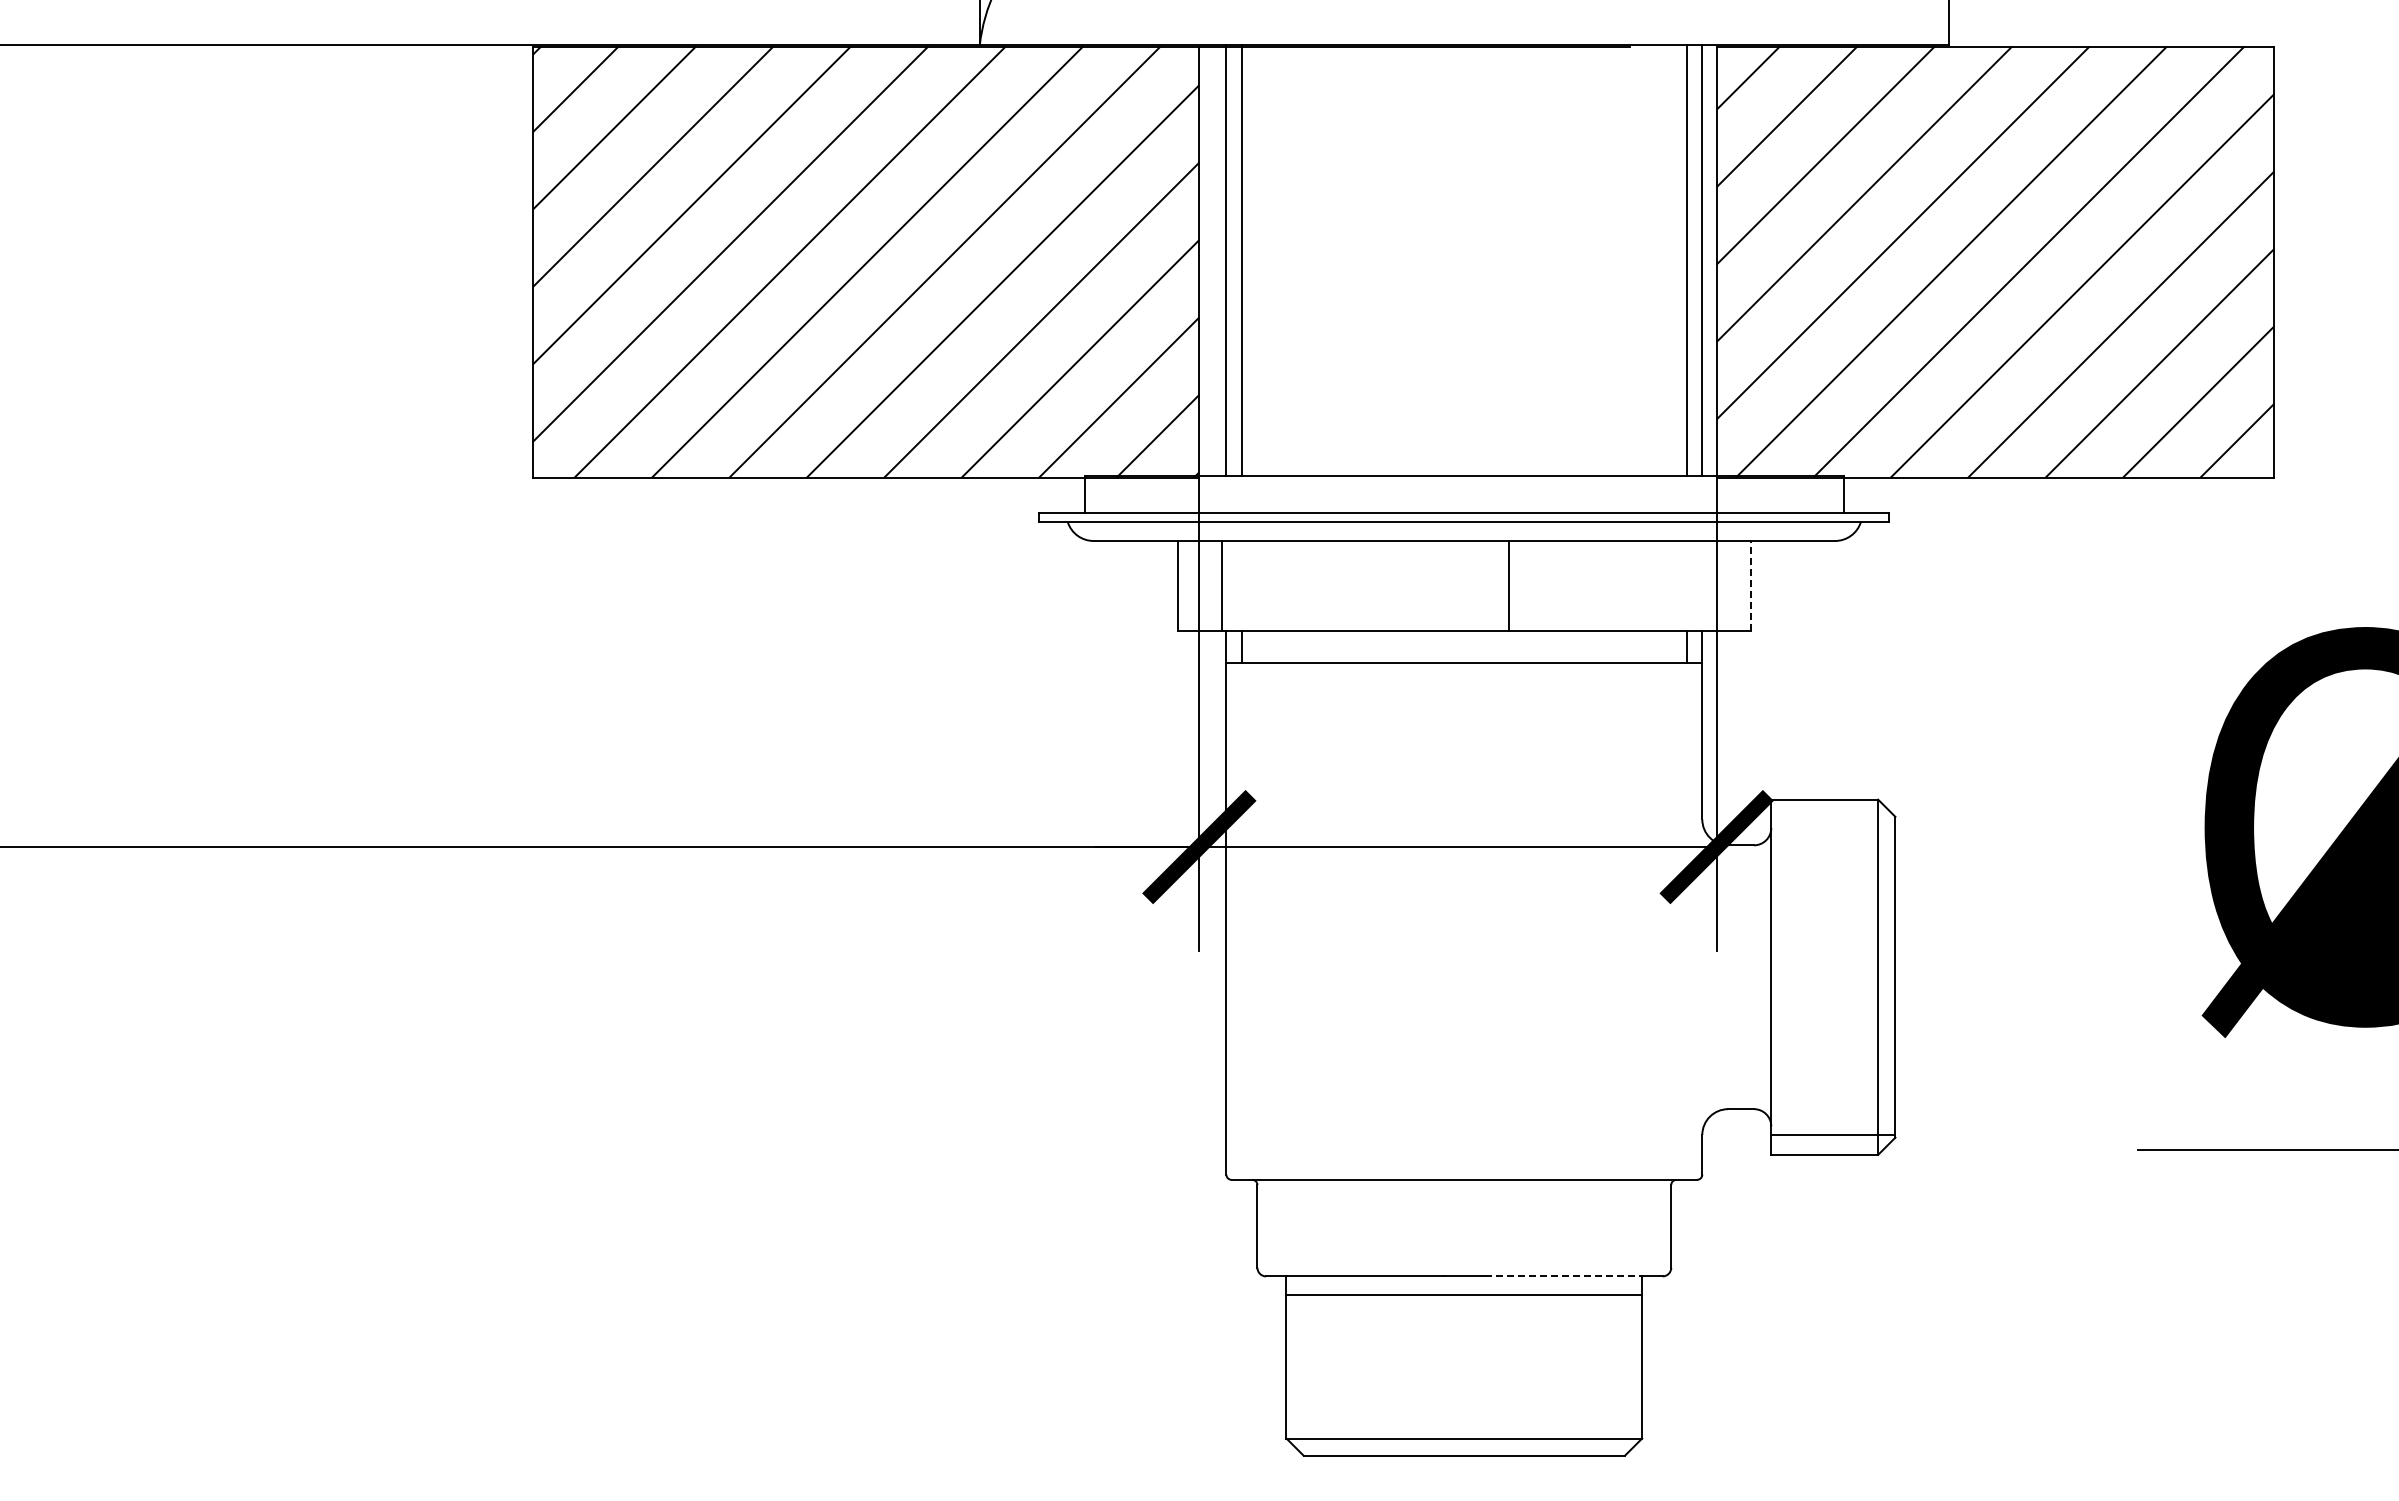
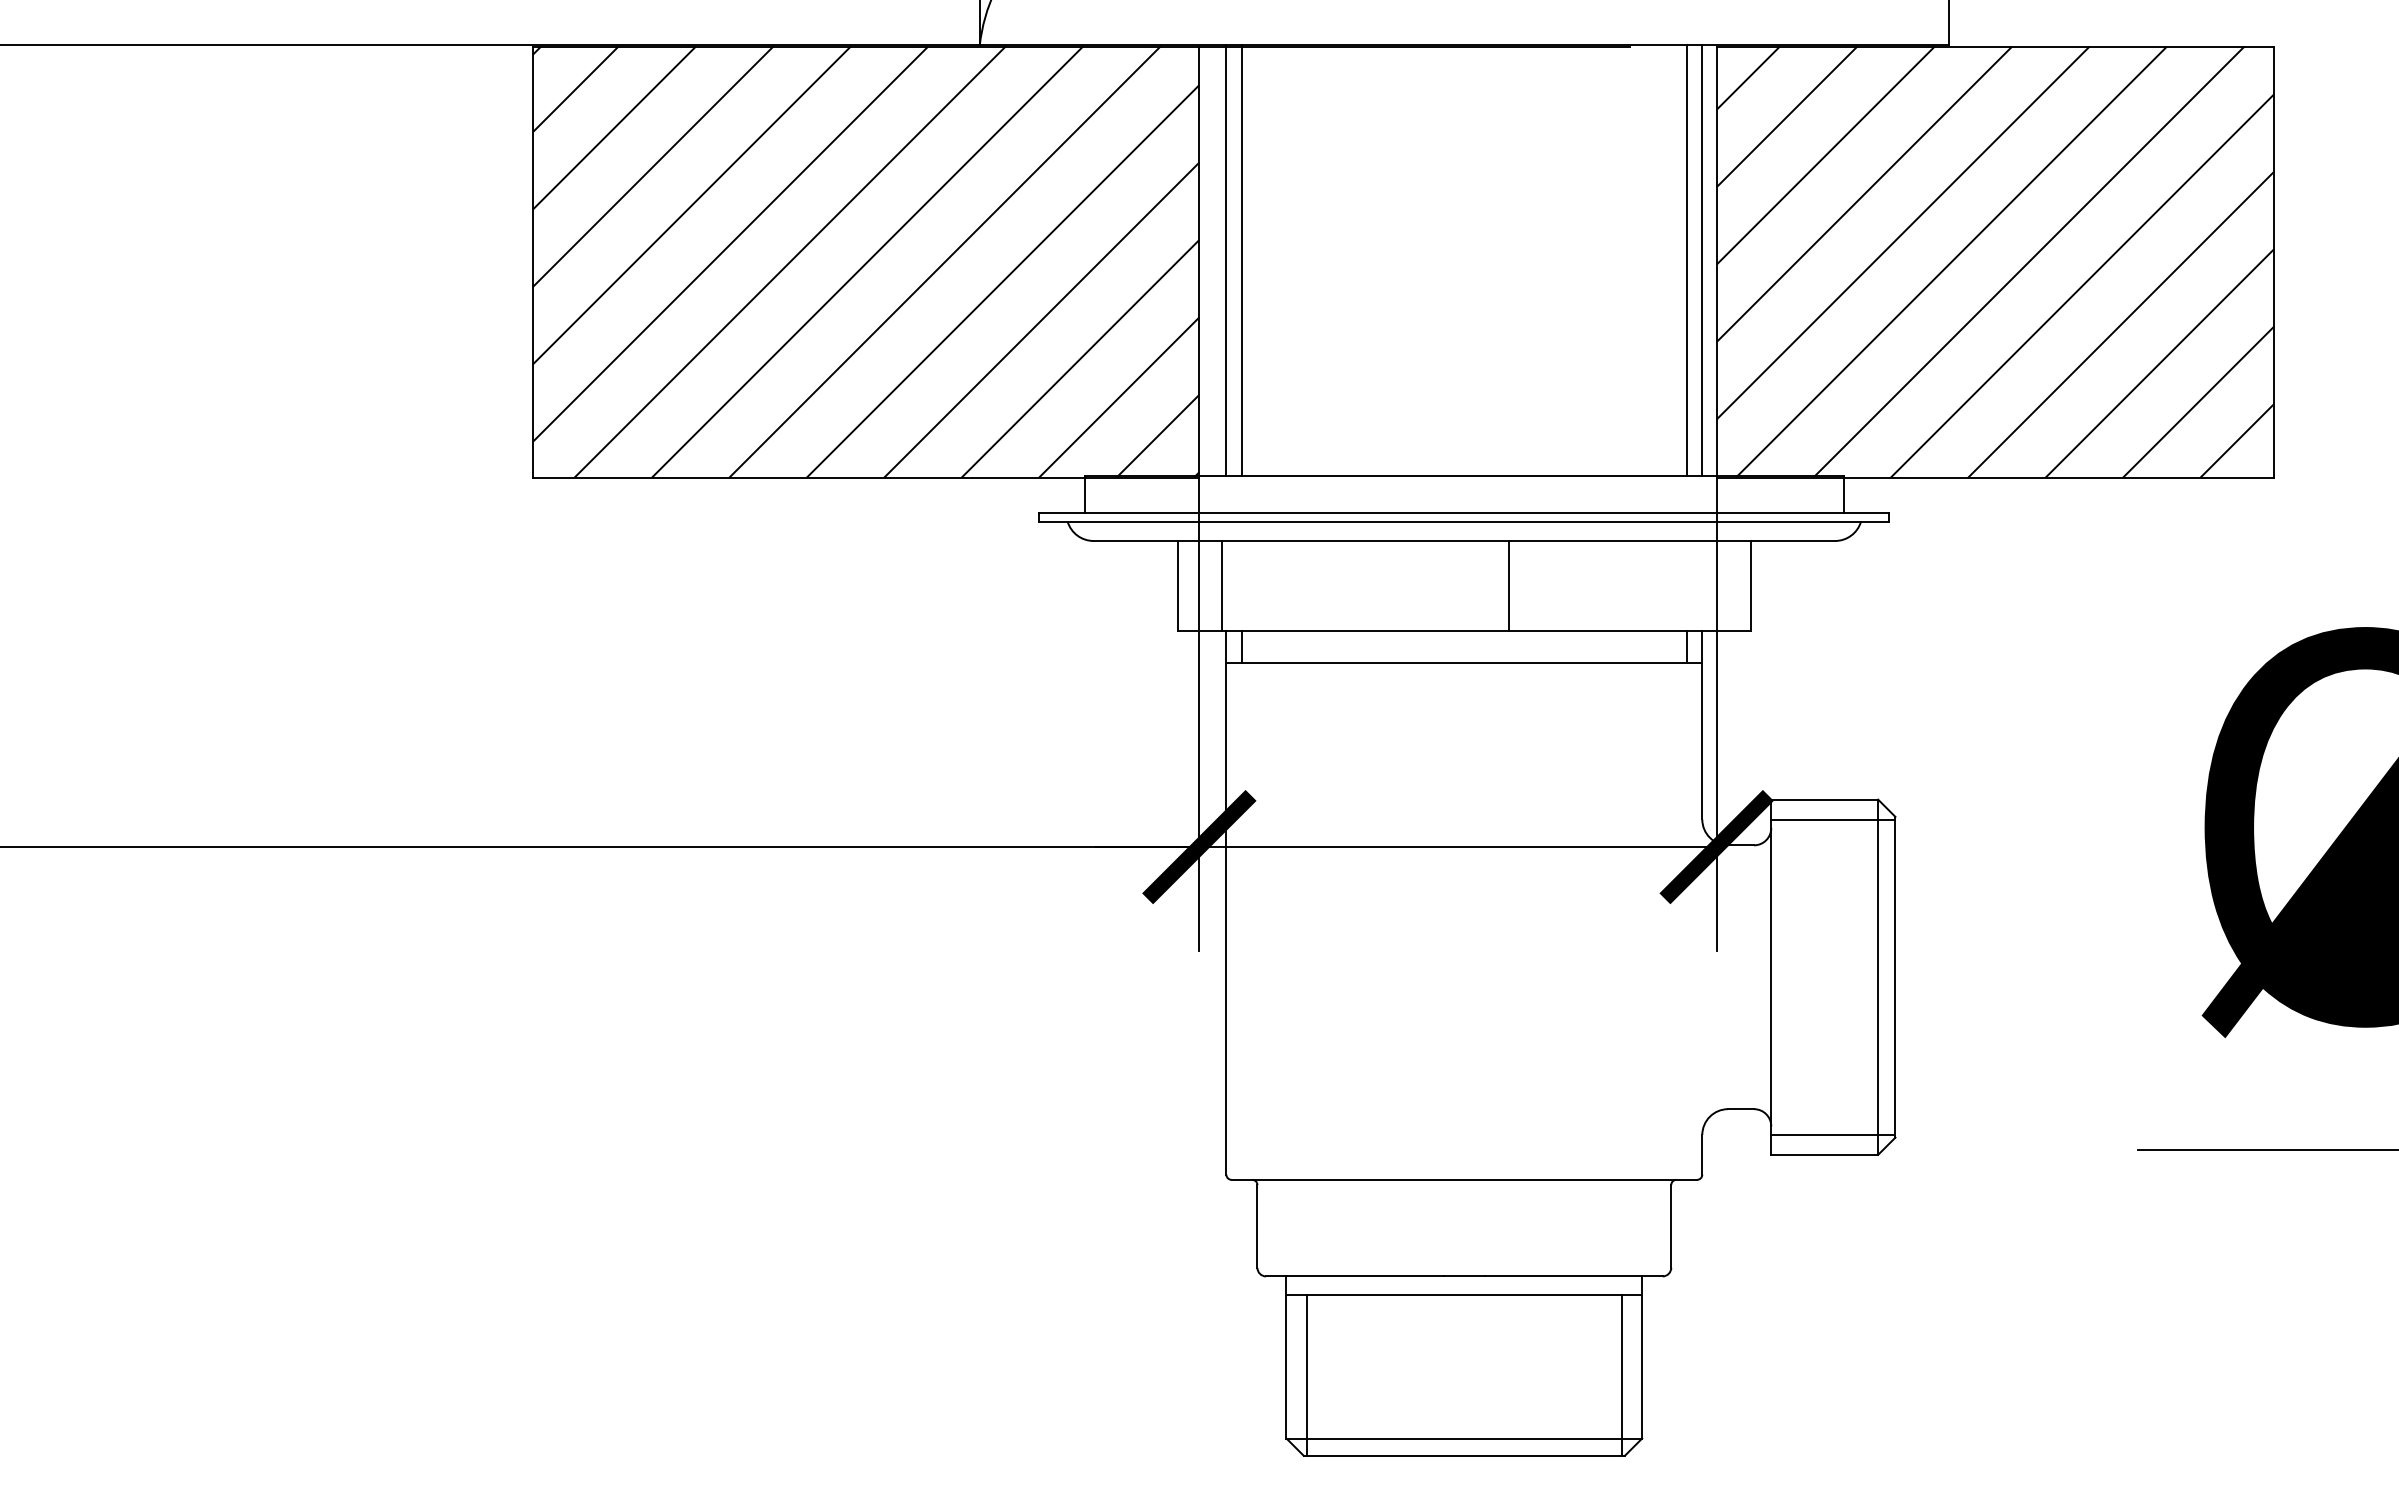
line at (1751, 585): dashed -> solid
line at (1833, 819): none -> present
line at (1563, 1276): dashed -> solid
line at (1306, 1375): none -> present
line at (1622, 1375): none -> present
